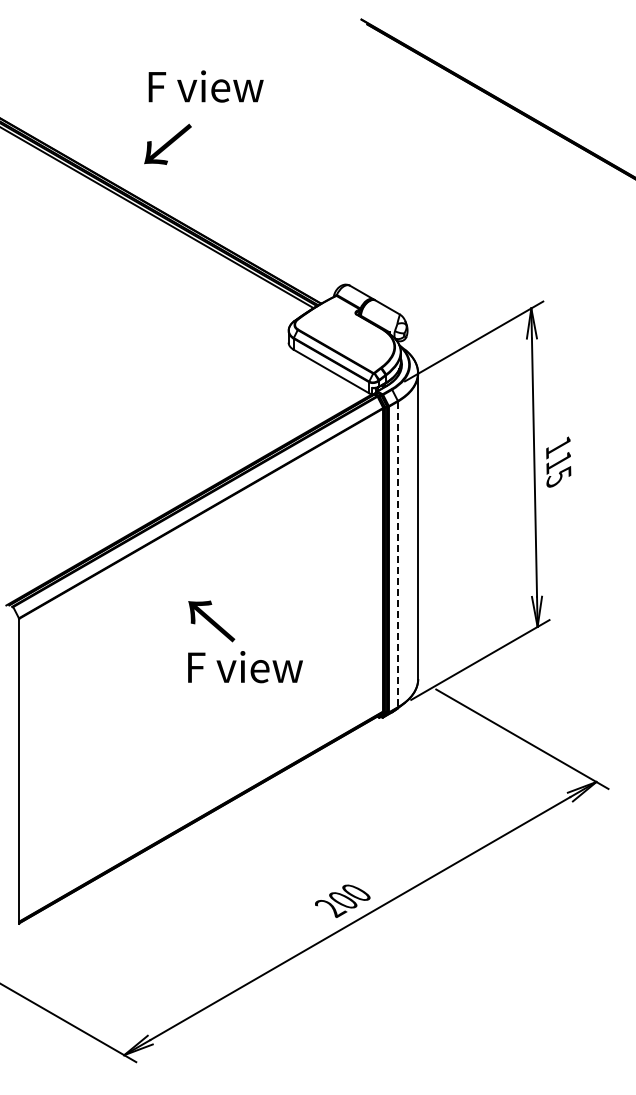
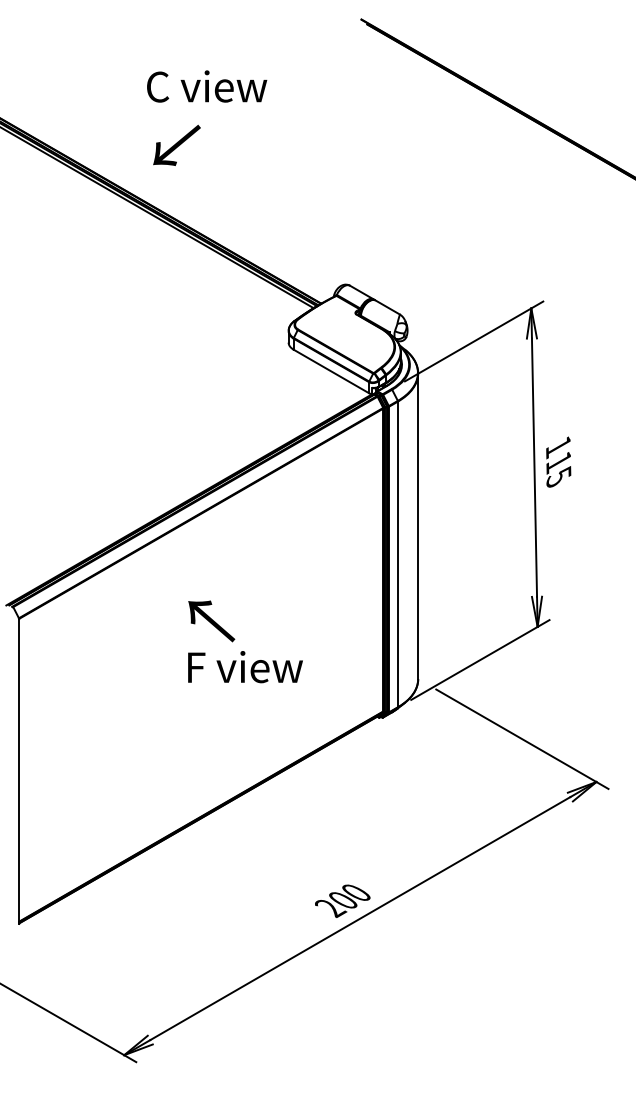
text at (207, 86): F view -> C view
text at (167, 143) position: (167, 143) -> (176, 144)
line at (398, 554): dashed -> solid
